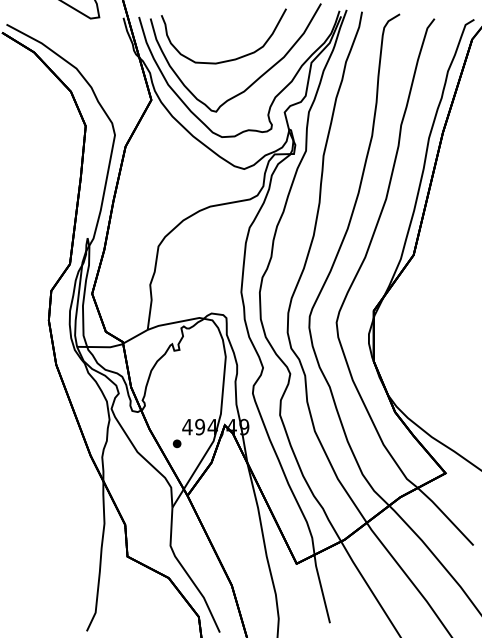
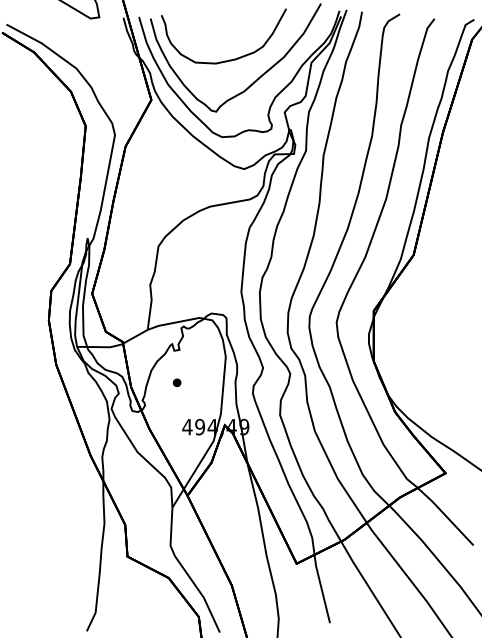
part at (176, 443) position: (176, 443) -> (176, 382)
